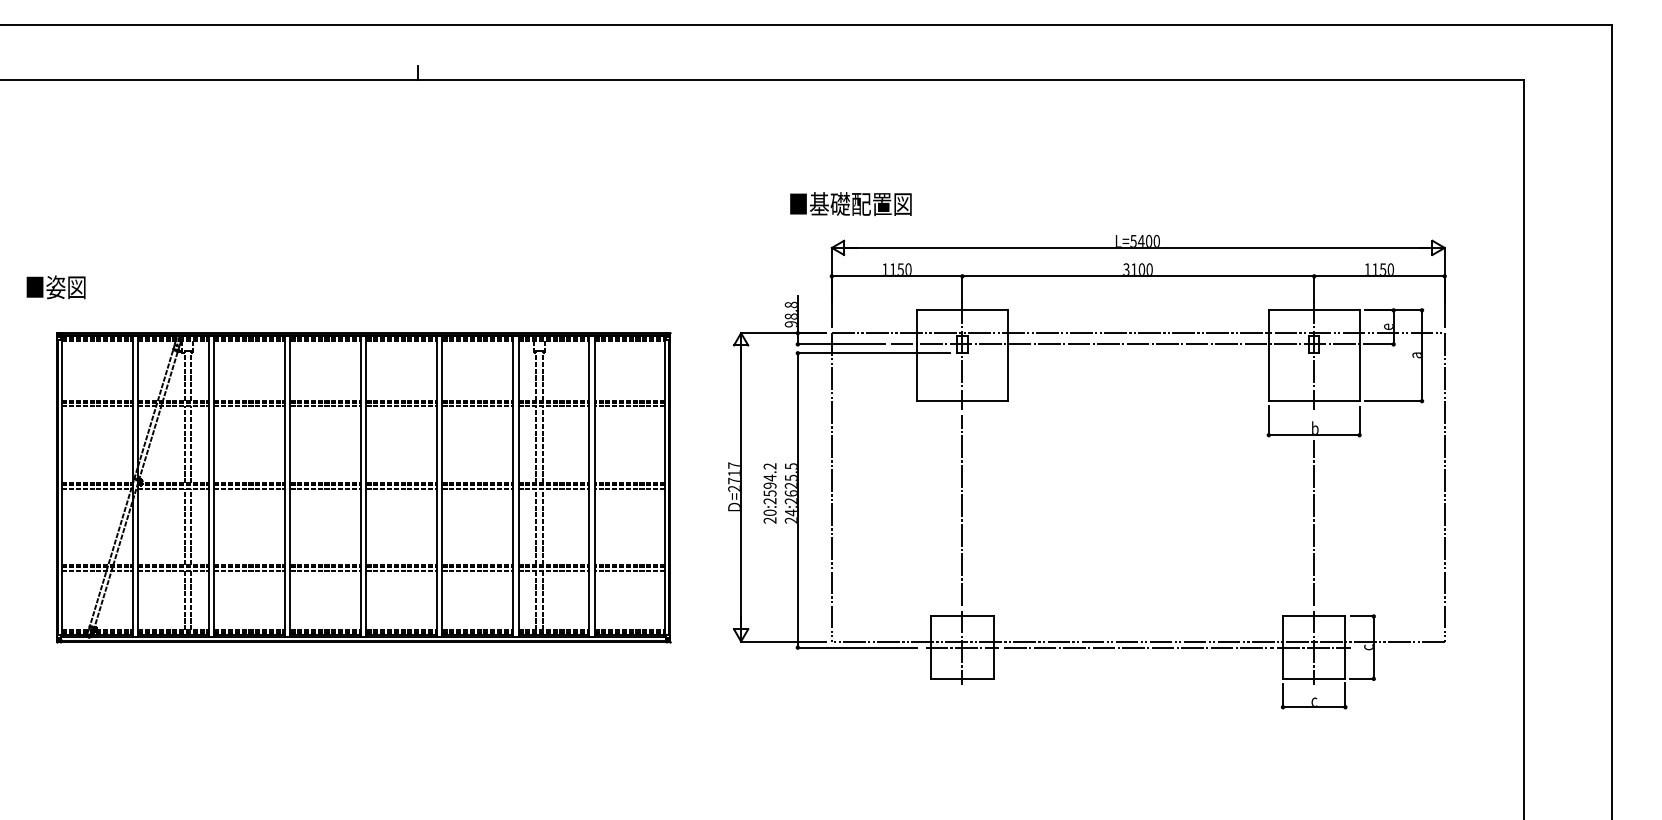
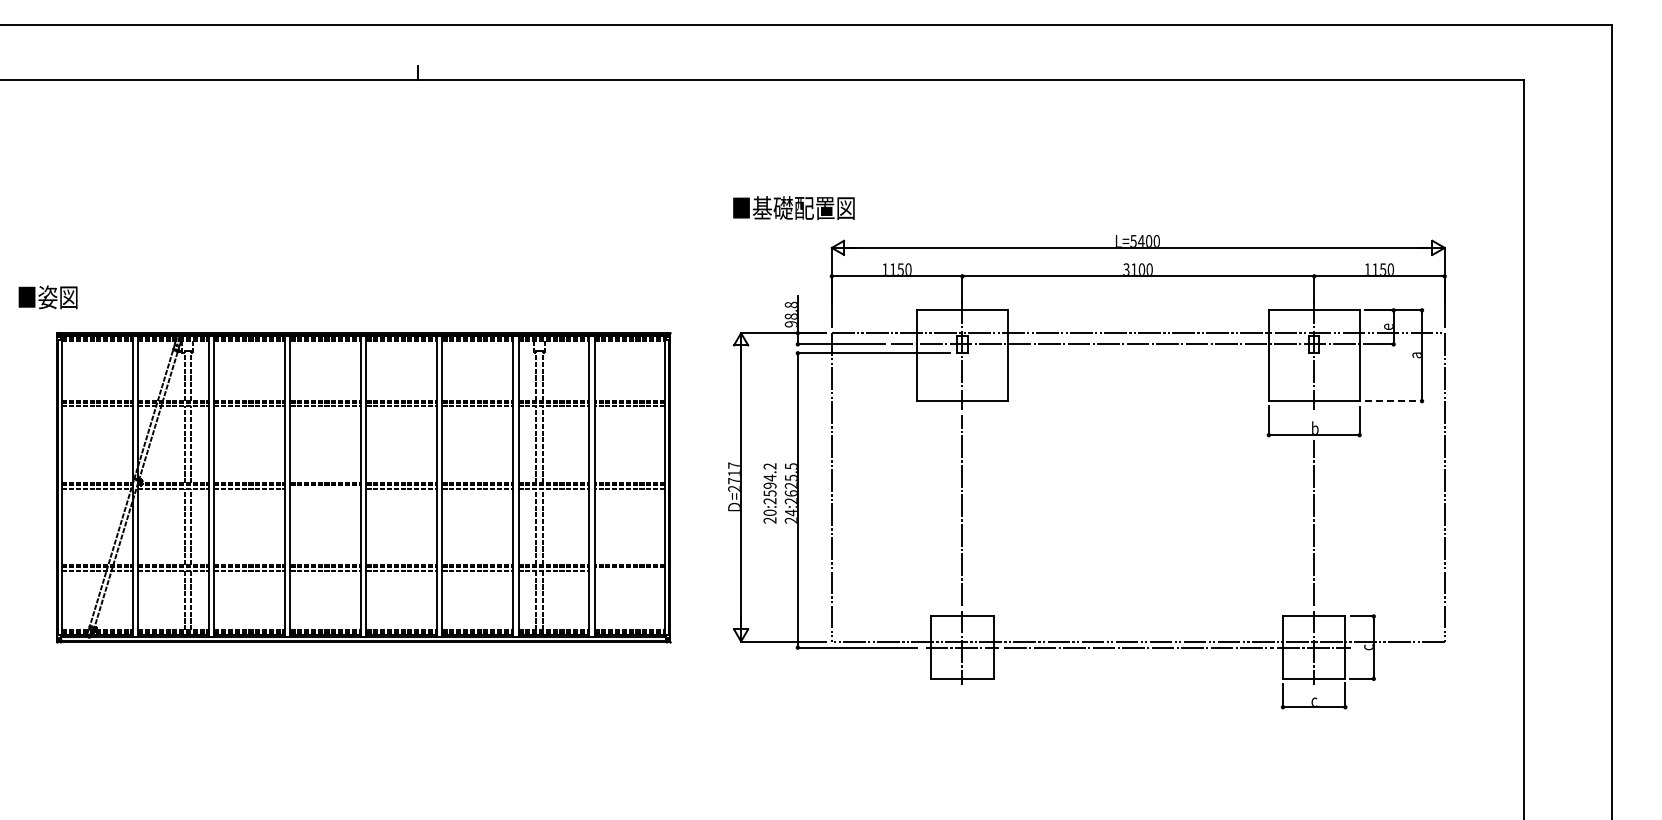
text at (850, 203) position: (850, 203) -> (793, 207)
text at (55, 287) position: (55, 287) -> (47, 297)
line at (1394, 401): solid -> dashed
line at (325, 488): present -> none
line at (629, 570): present -> none
